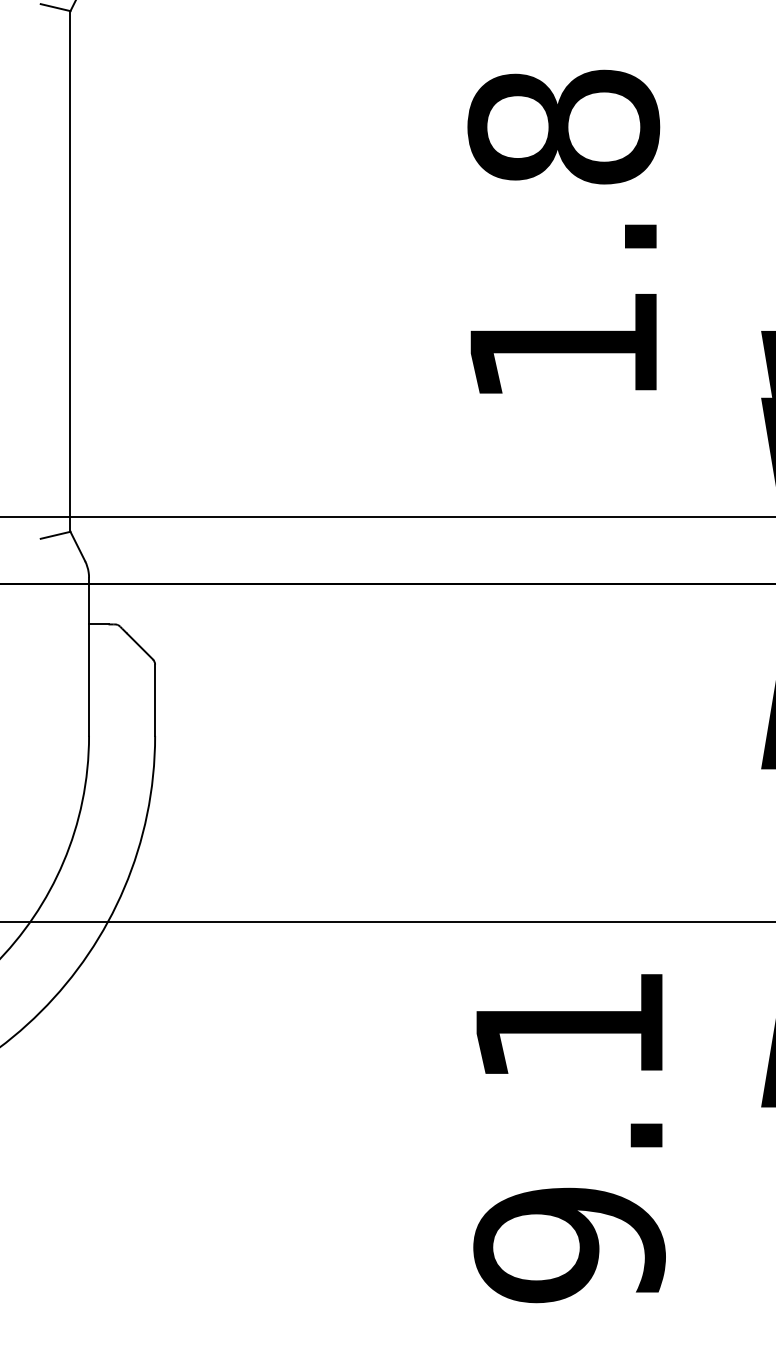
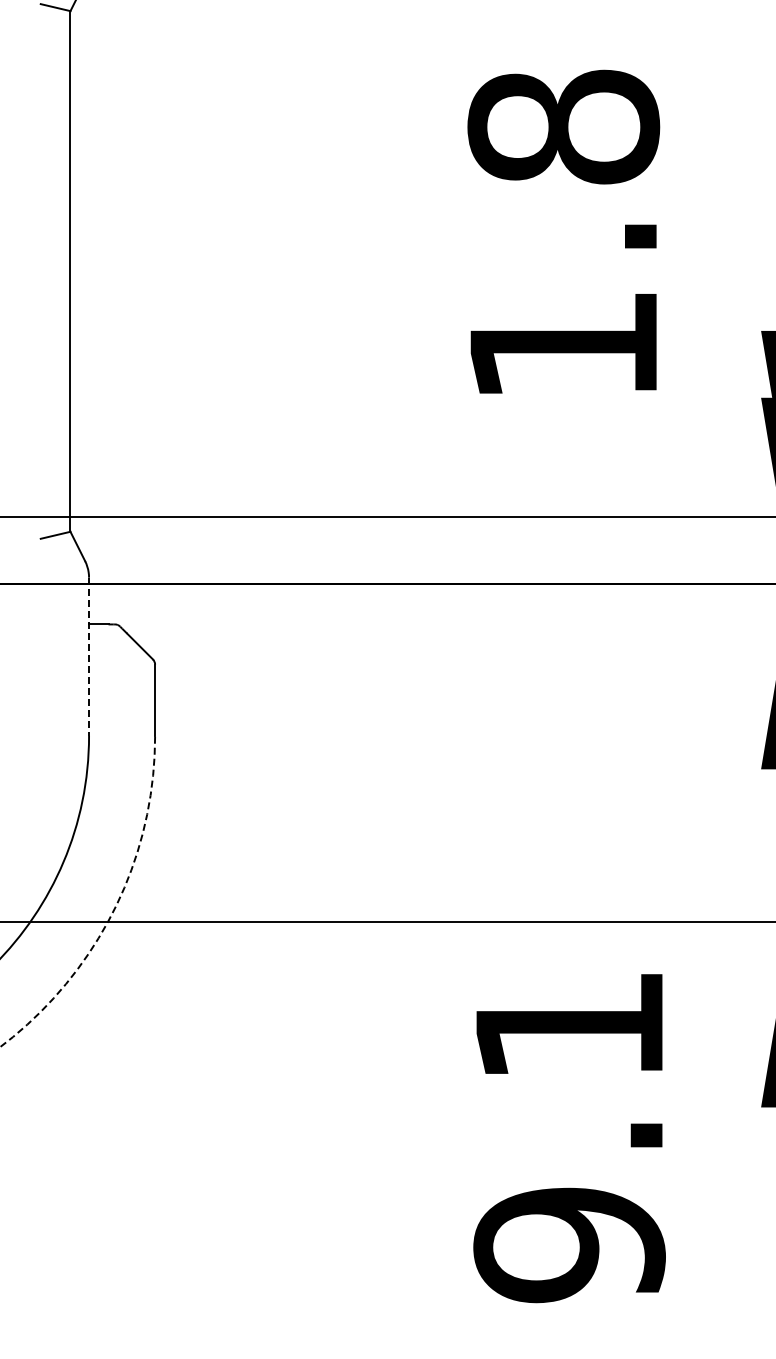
line at (89, 657): solid -> dashed
arc at (115, 907): solid -> dashed
